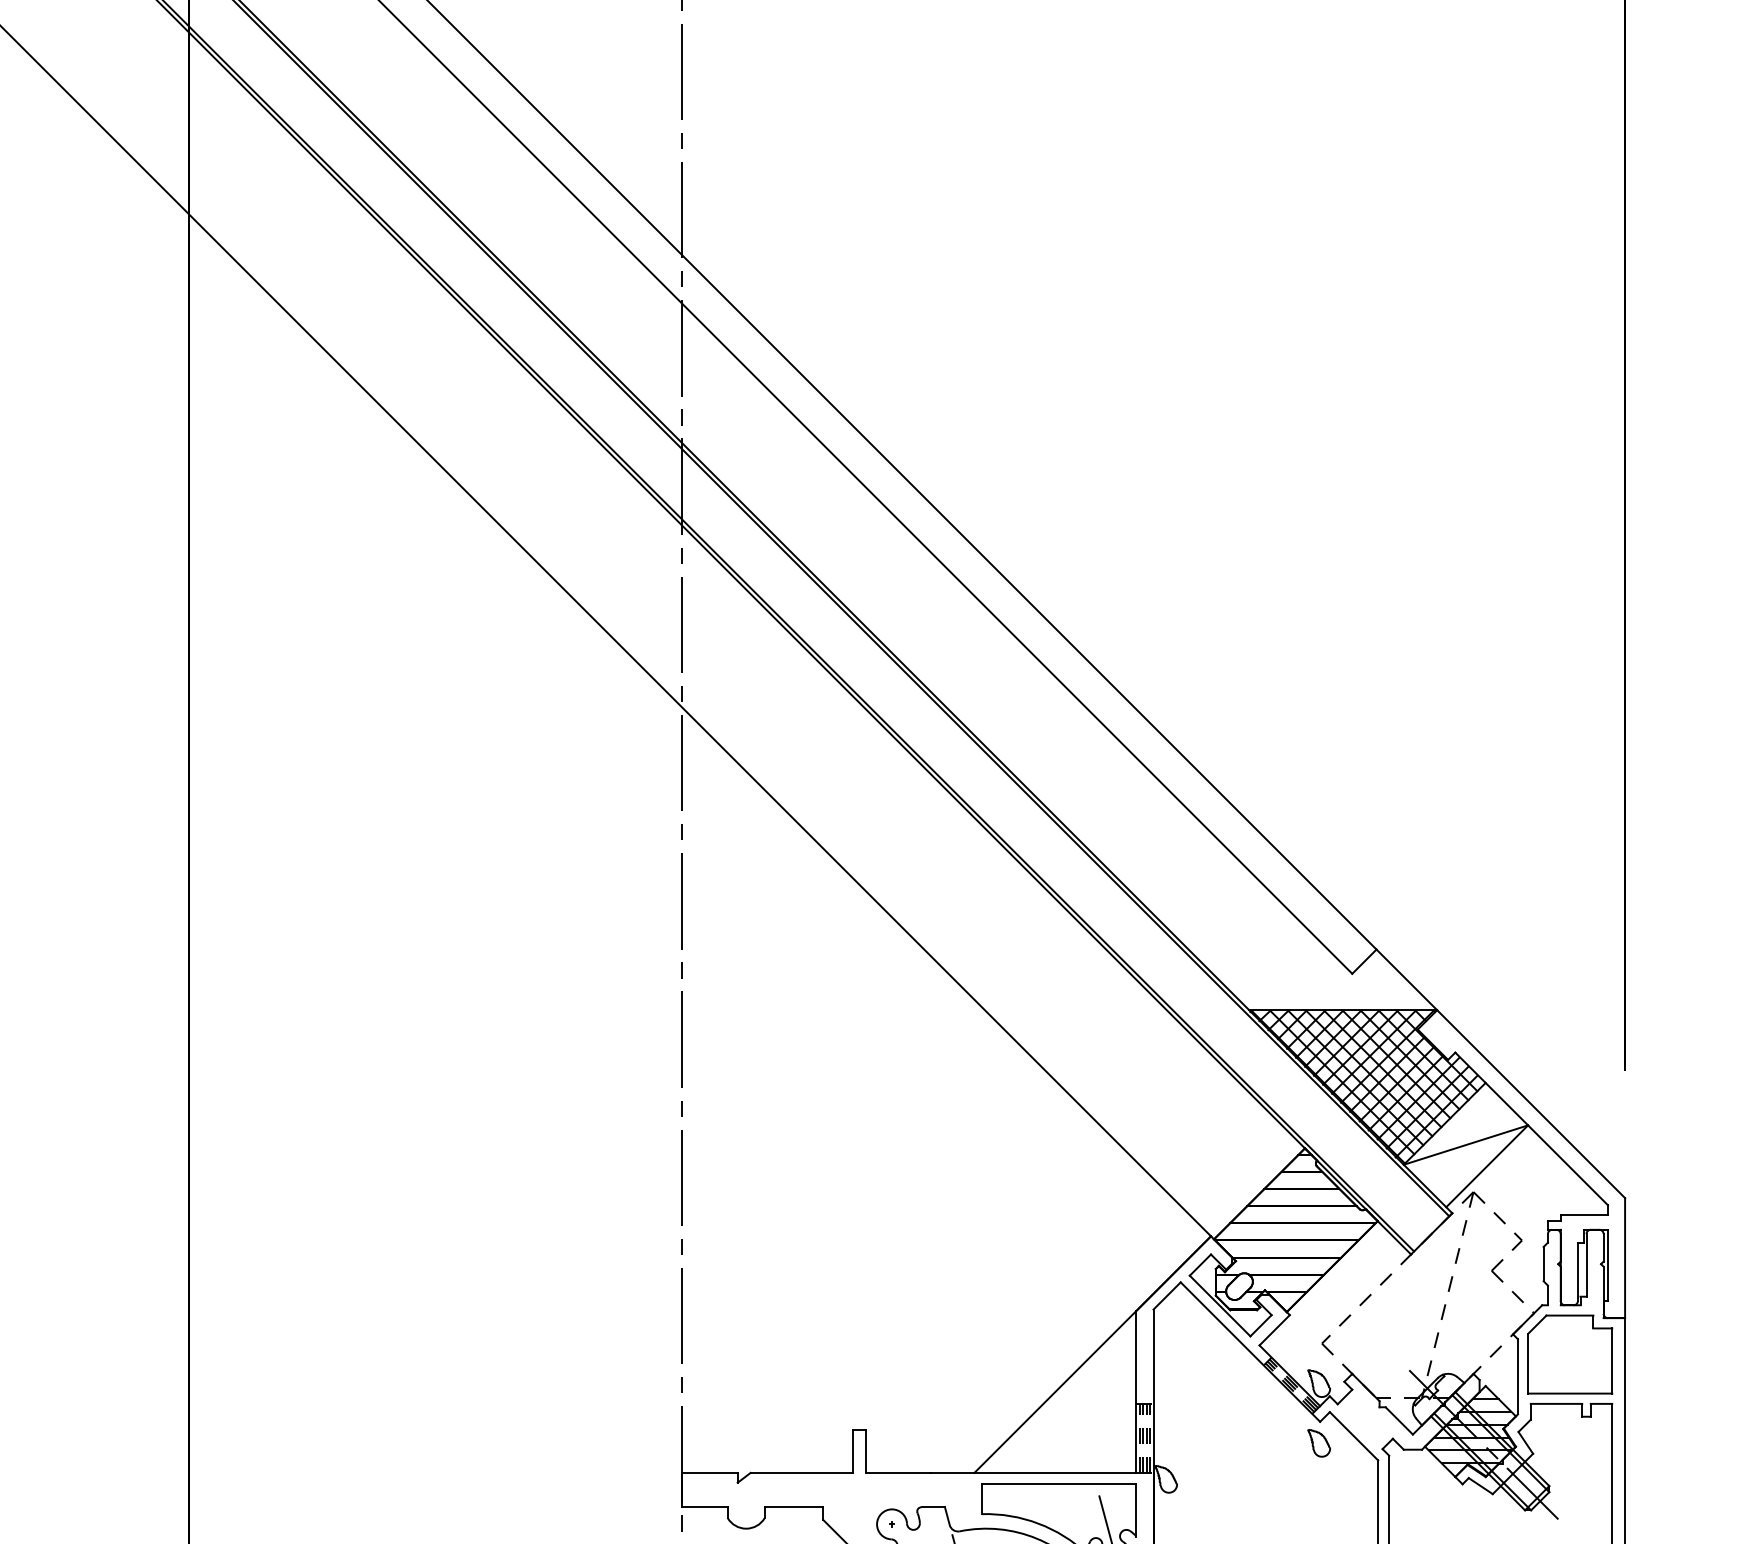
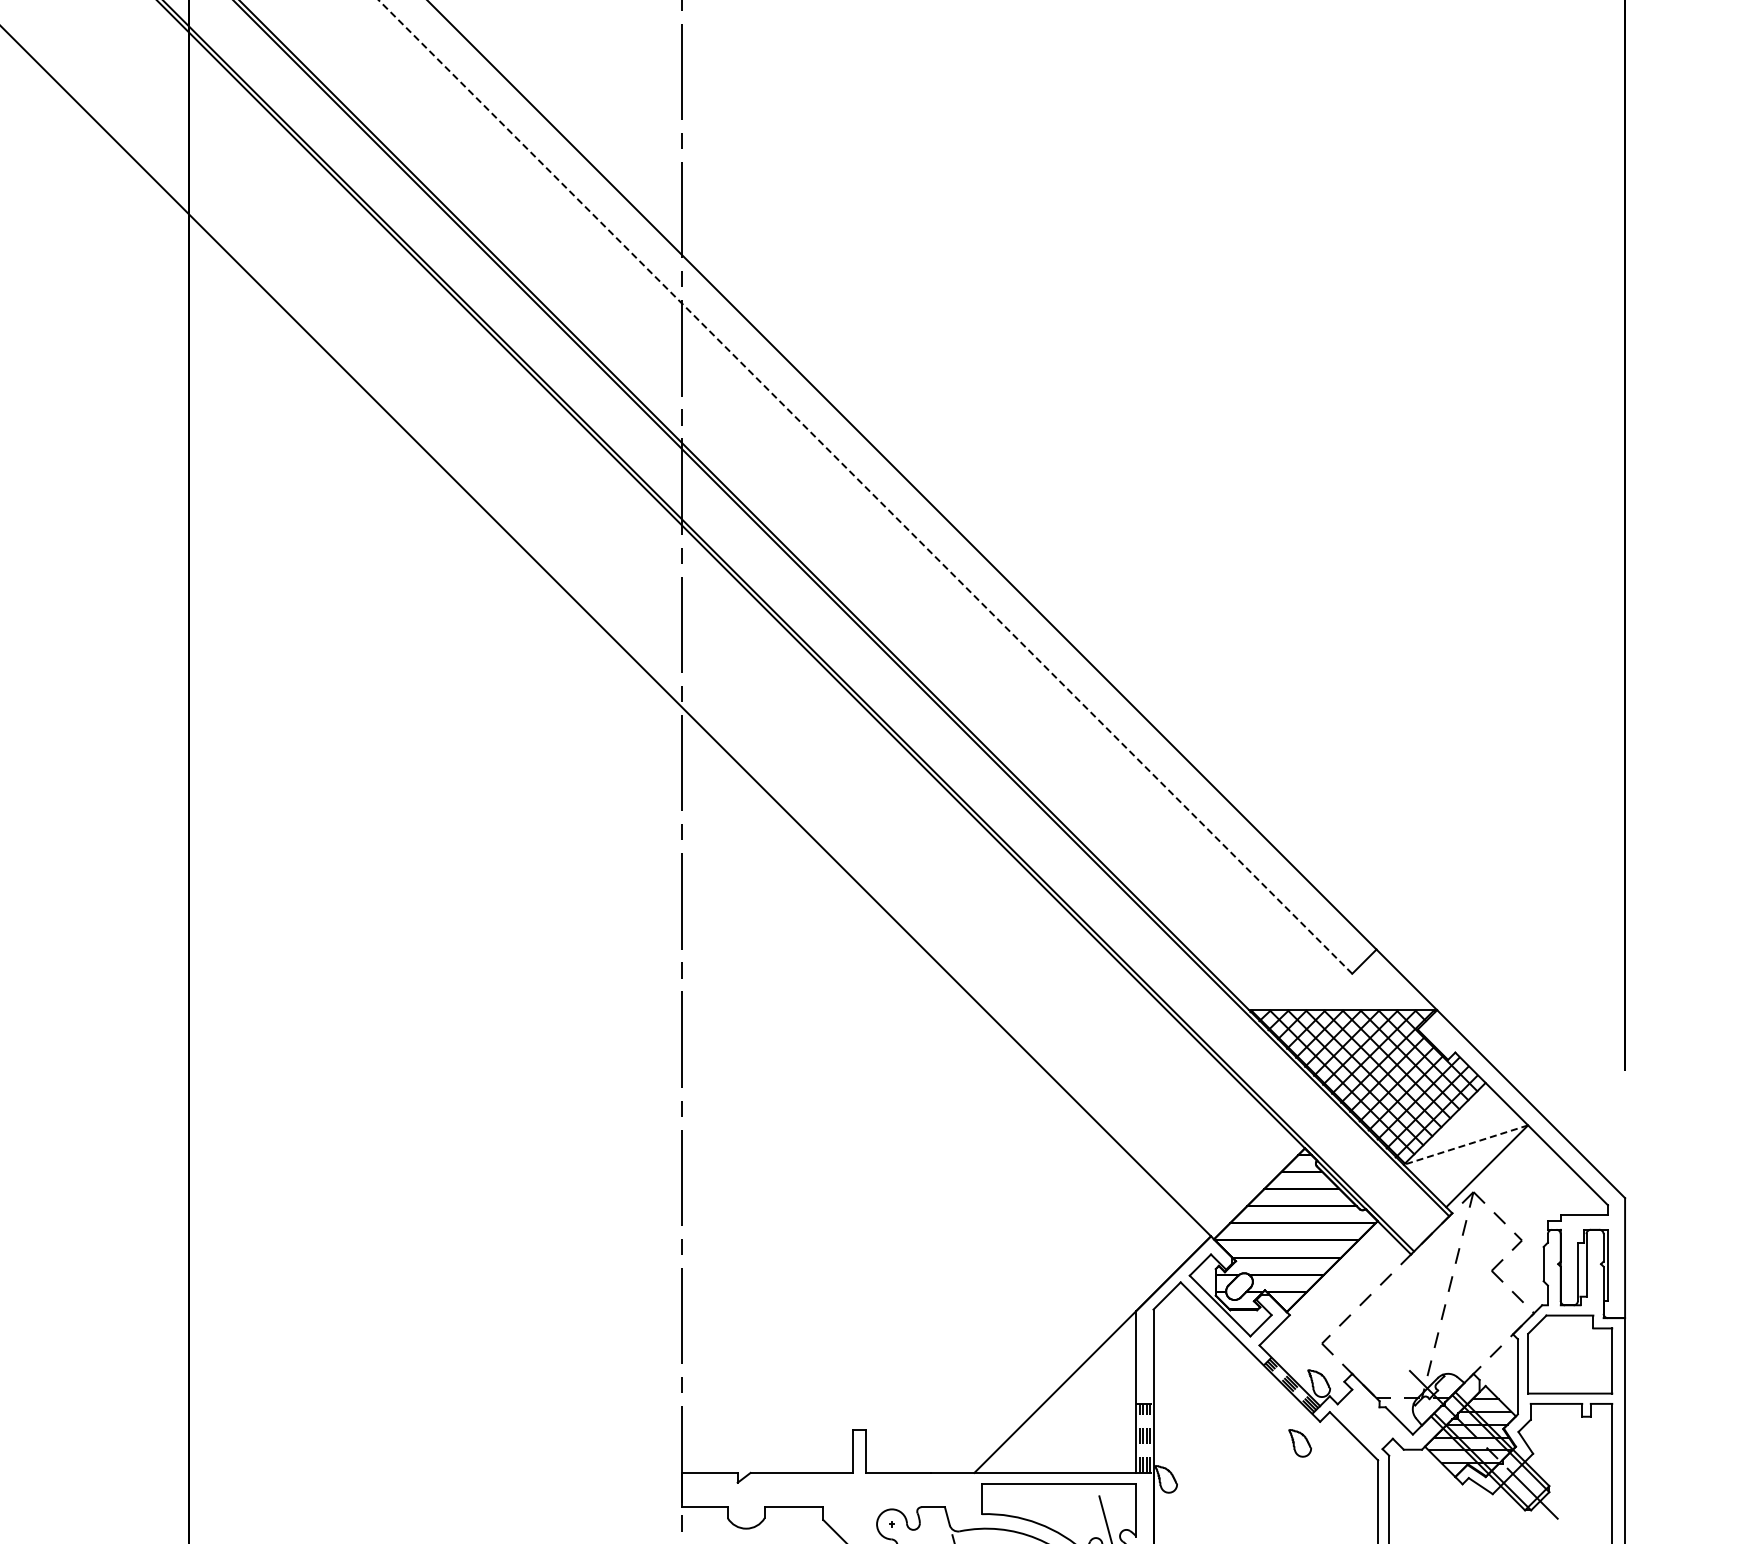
line at (865, 486): solid -> dashed
line at (1465, 1145): solid -> dashed
part at (1319, 1443) position: (1319, 1443) -> (1300, 1443)
